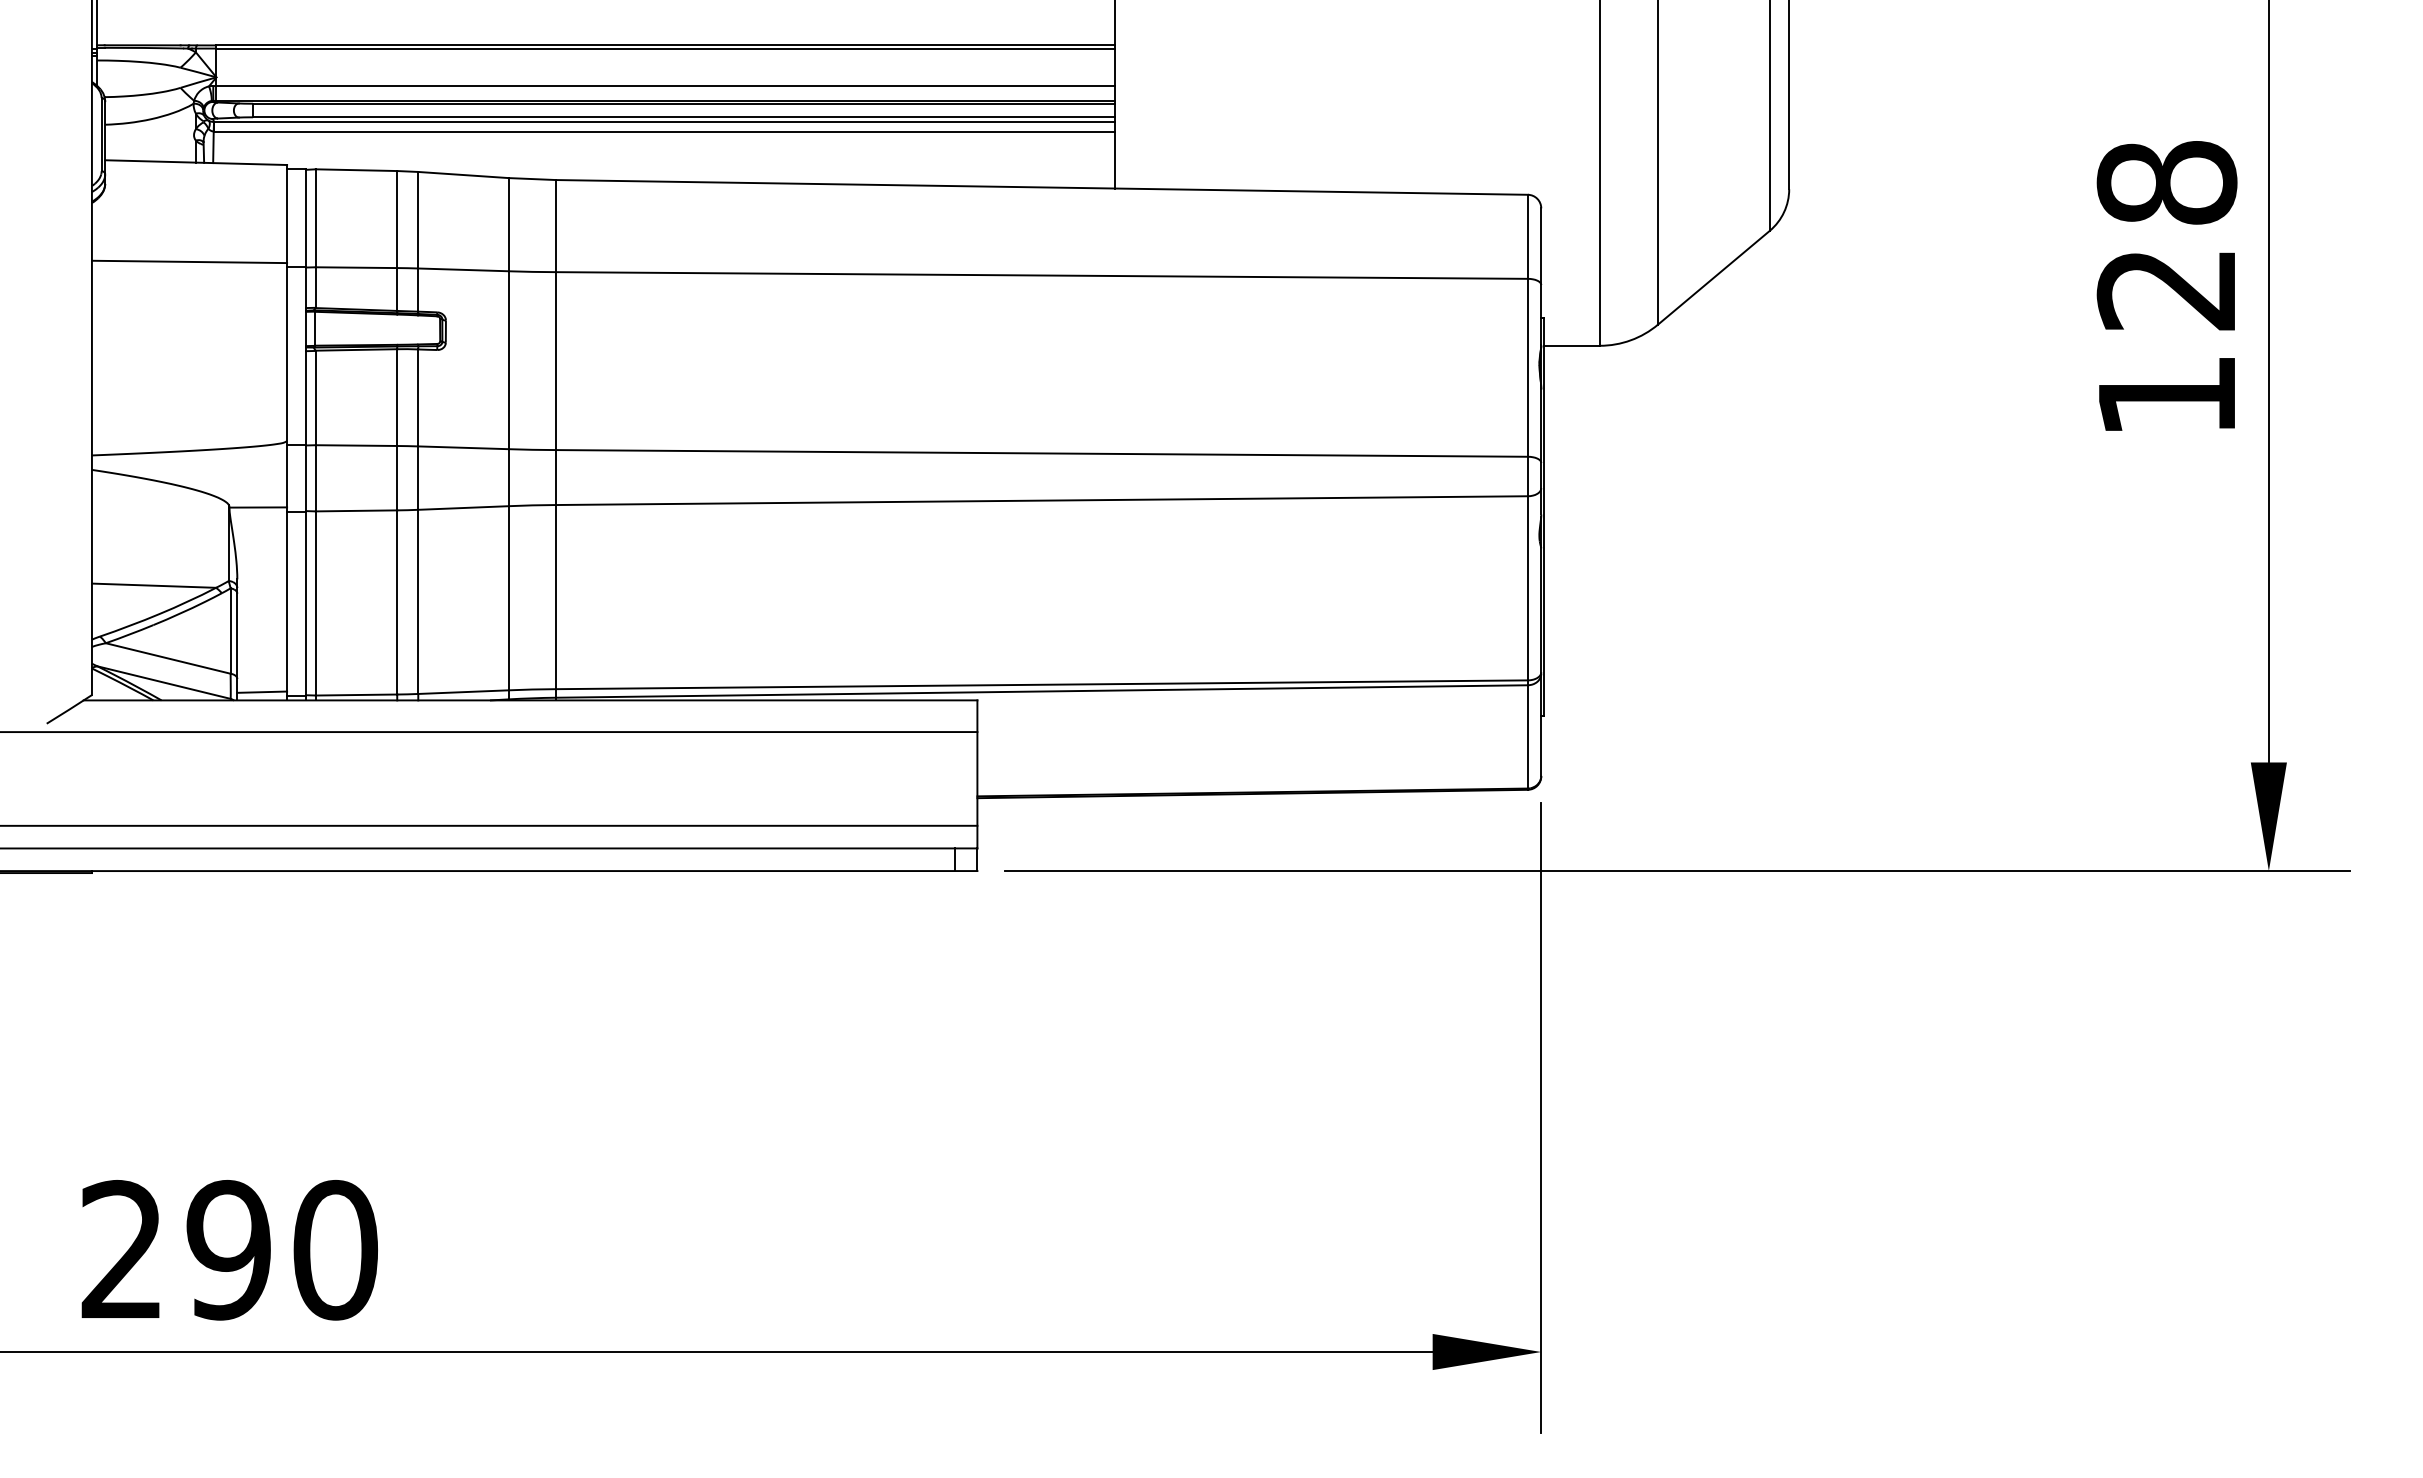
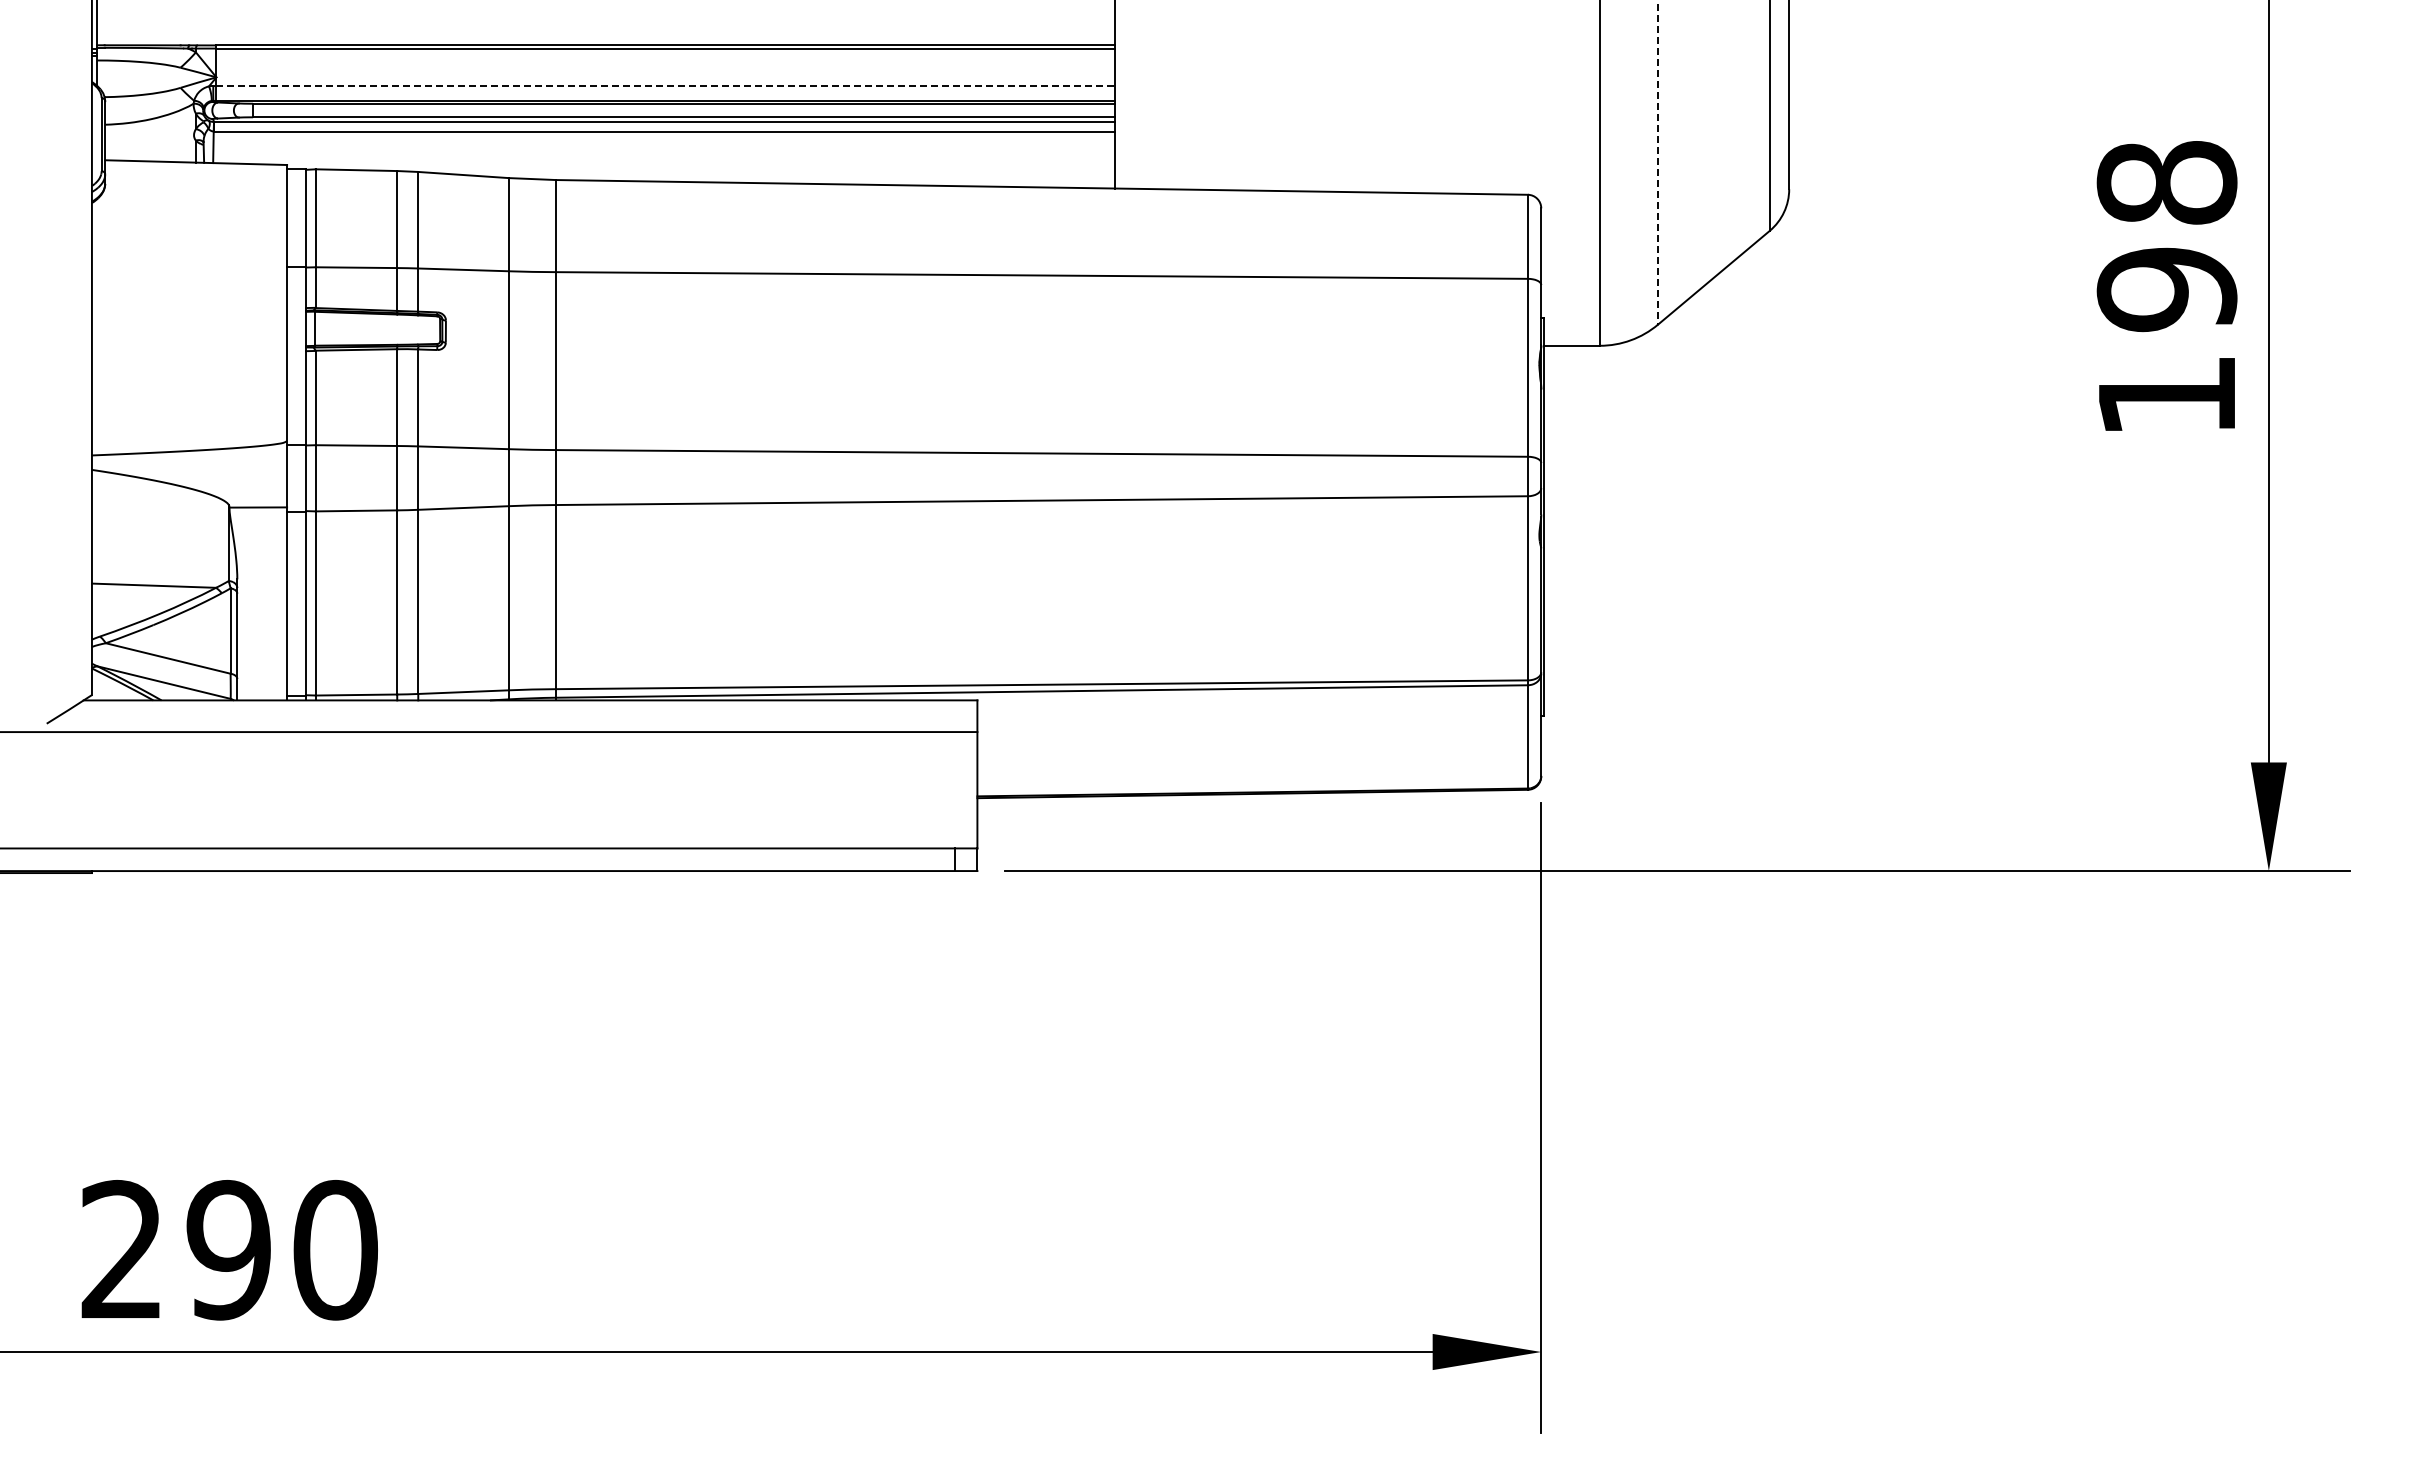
line at (666, 85): solid -> dashed
line at (1658, 162): solid -> dashed
line at (189, 261): present -> none
text at (2166, 289): 128 -> 198
line at (262, 691): present -> none
line at (489, 825): present -> none
